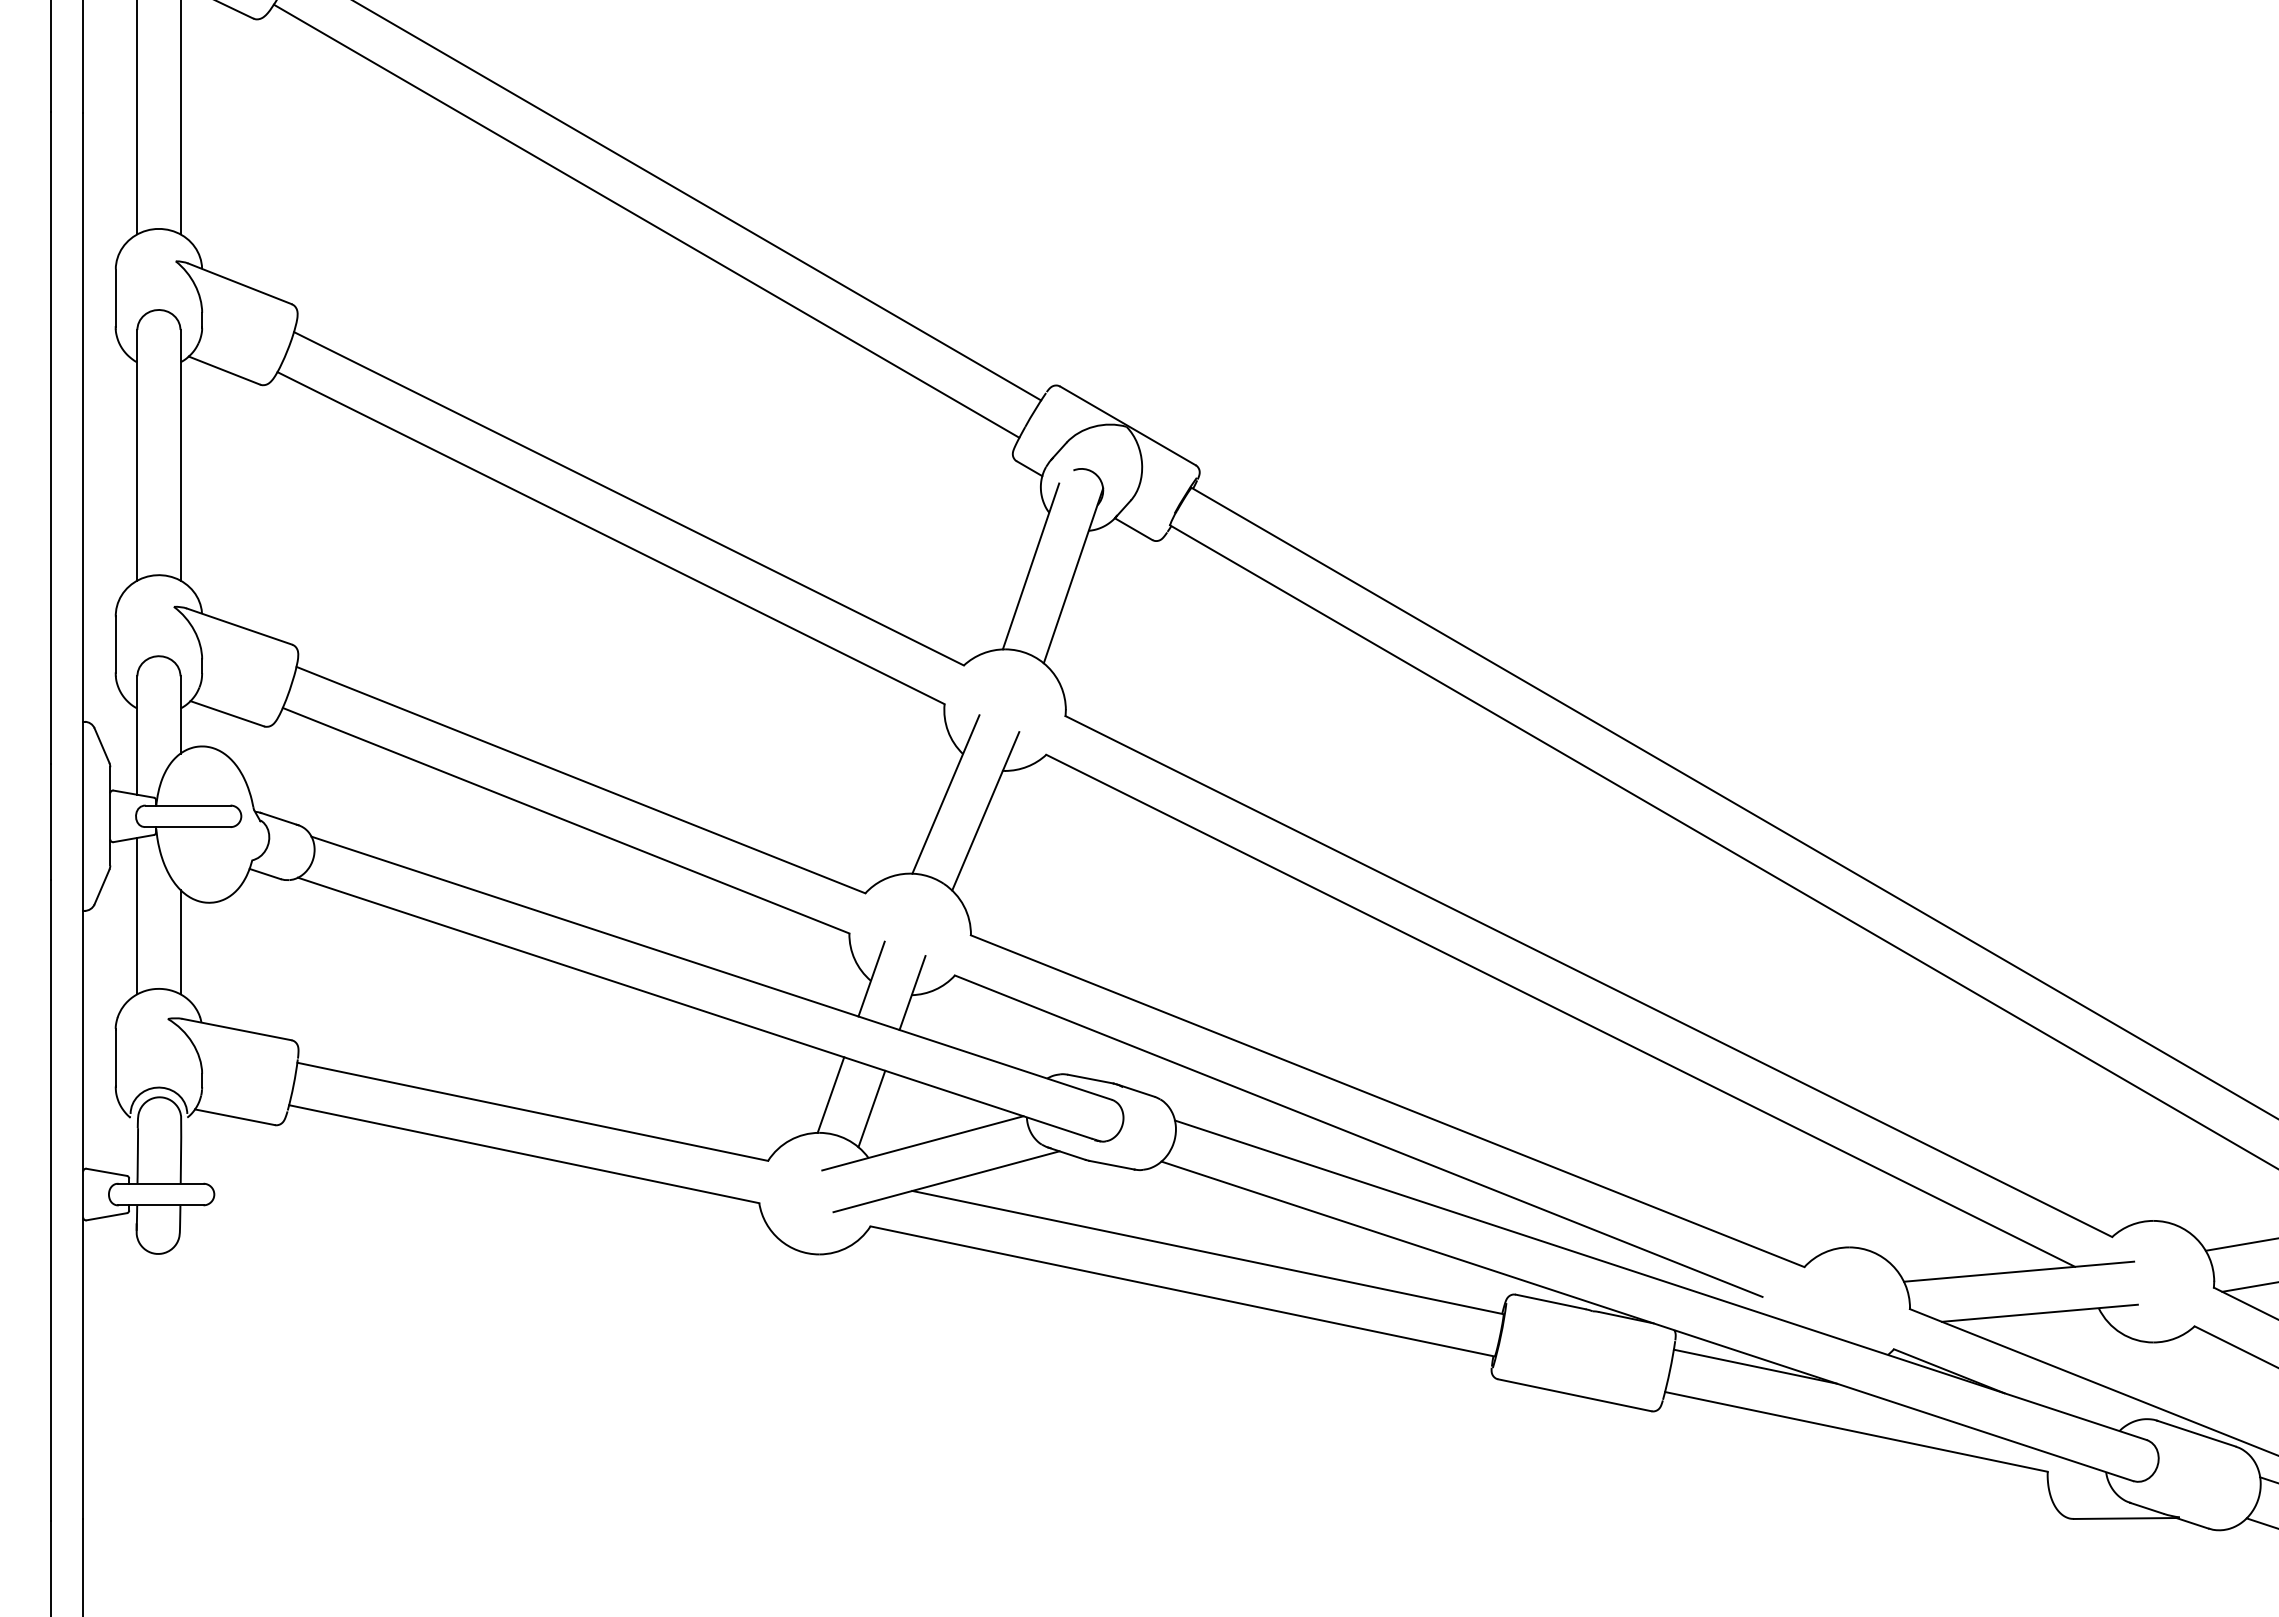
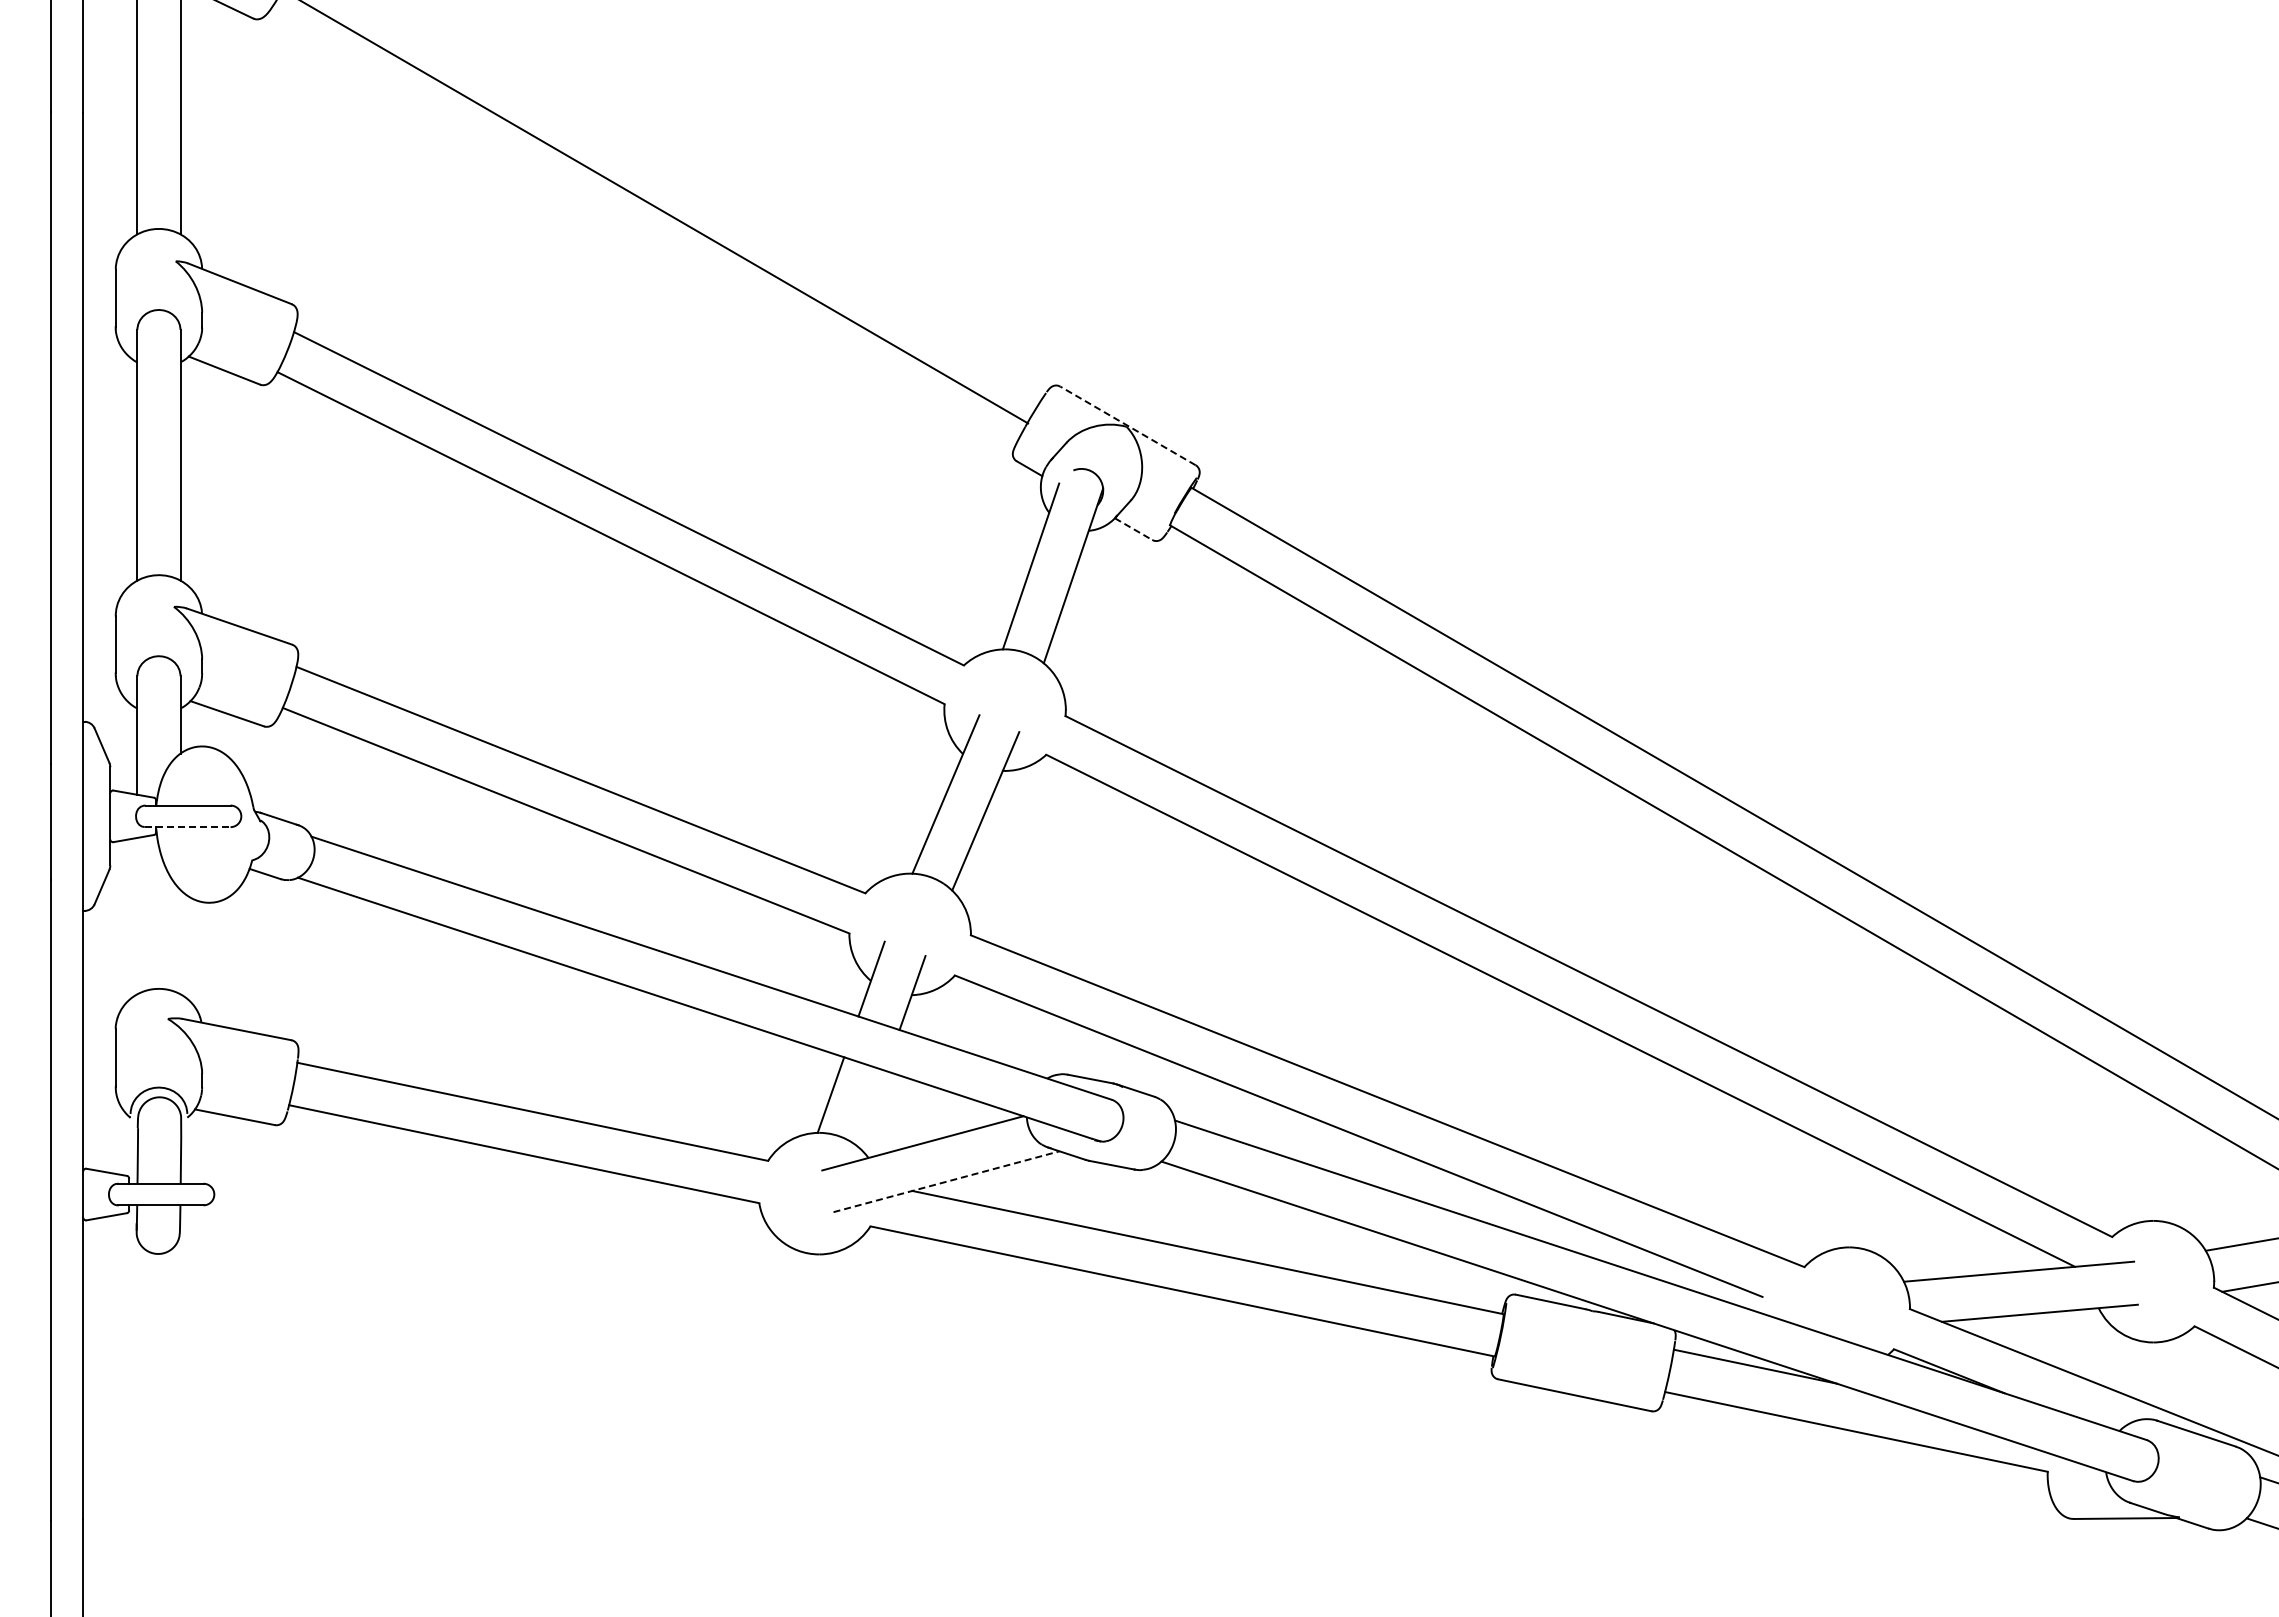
line at (698, 201) position: (698, 201) -> (665, 212)
line at (646, 220): present -> none
line at (1127, 425): solid -> dashed
line at (1133, 529): solid -> dashed
line at (188, 827): solid -> dashed
line at (137, 915): present -> none
line at (180, 941): present -> none
line at (871, 1108): present -> none
line at (947, 1181): solid -> dashed
